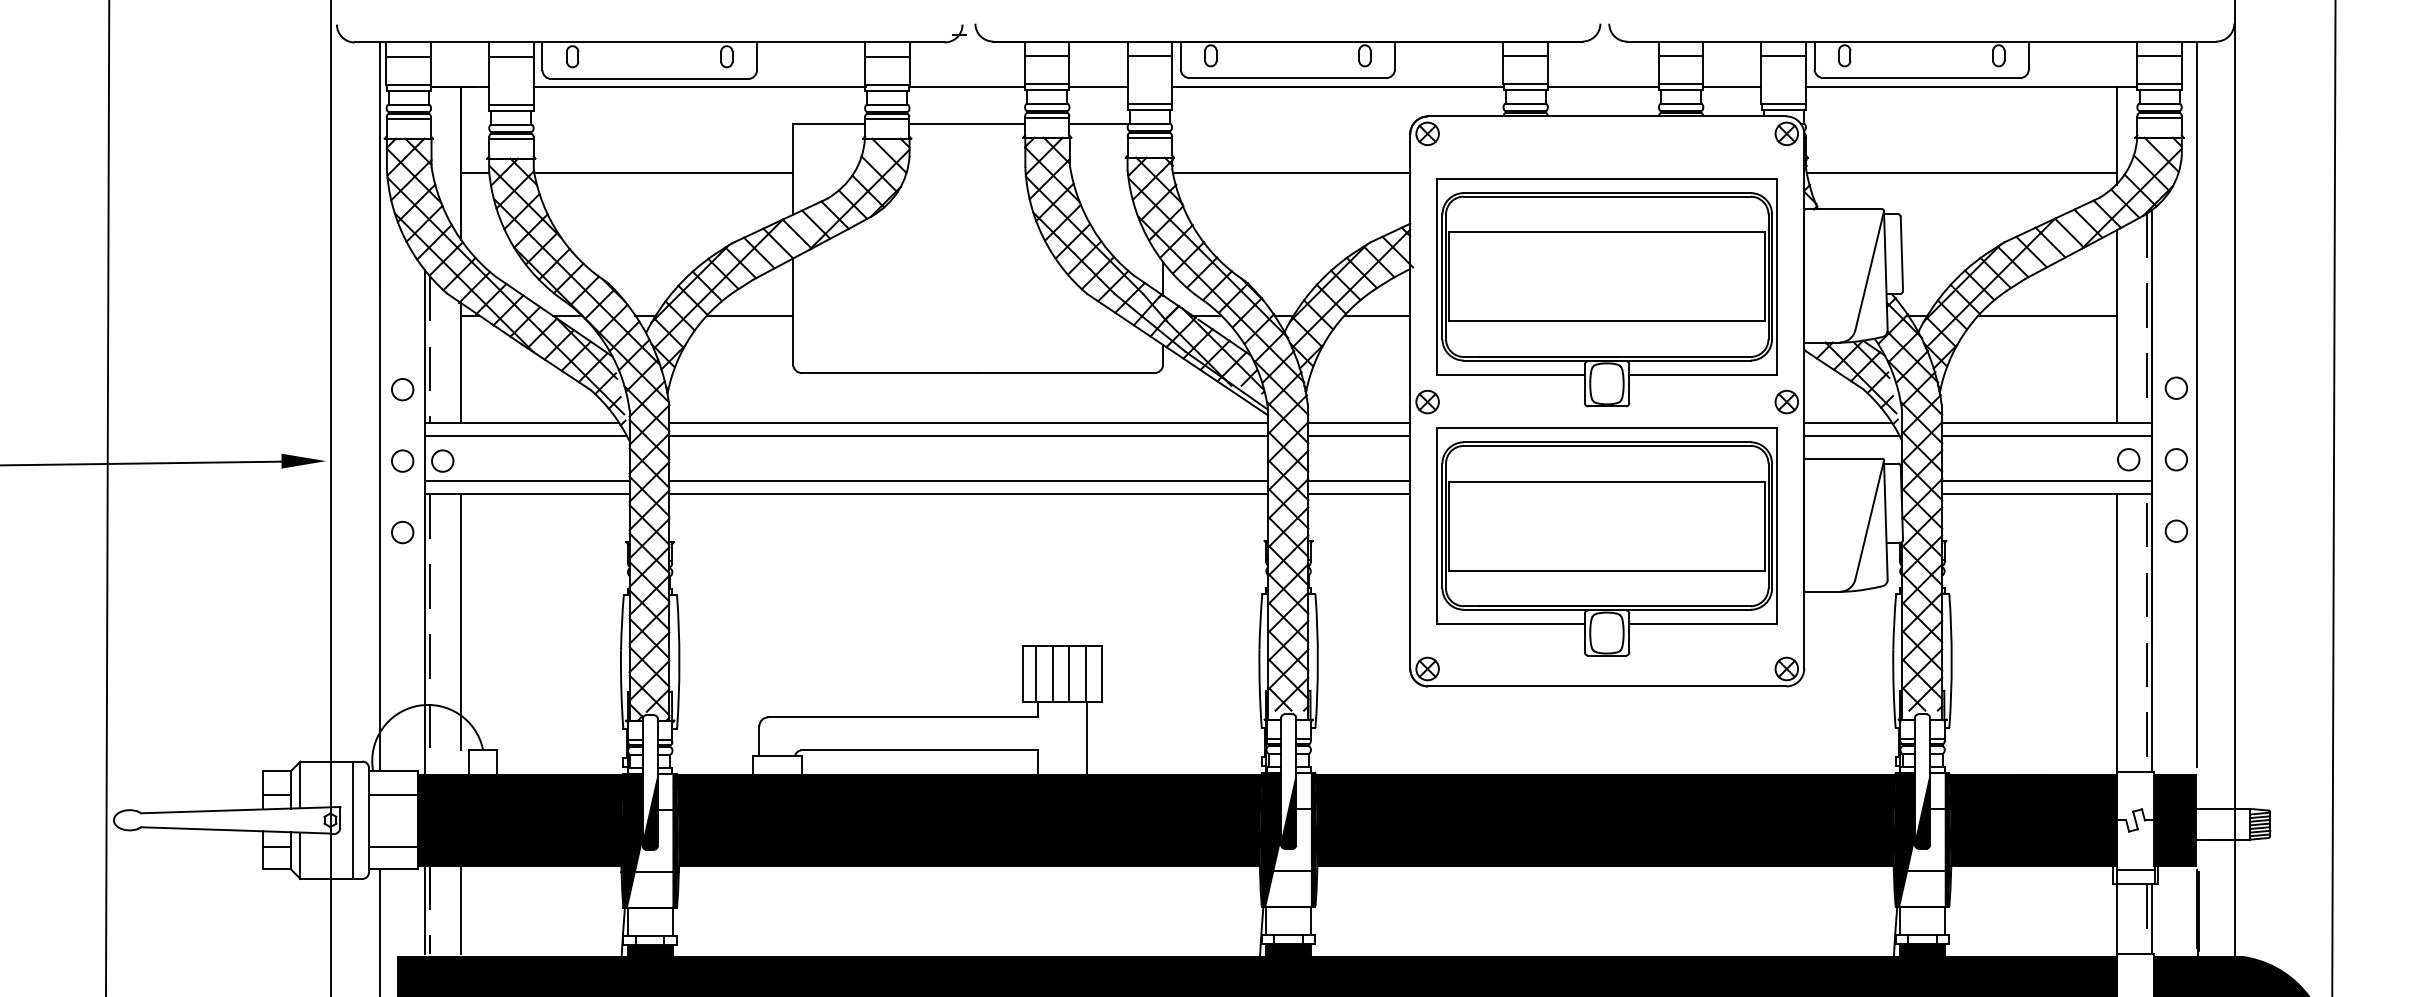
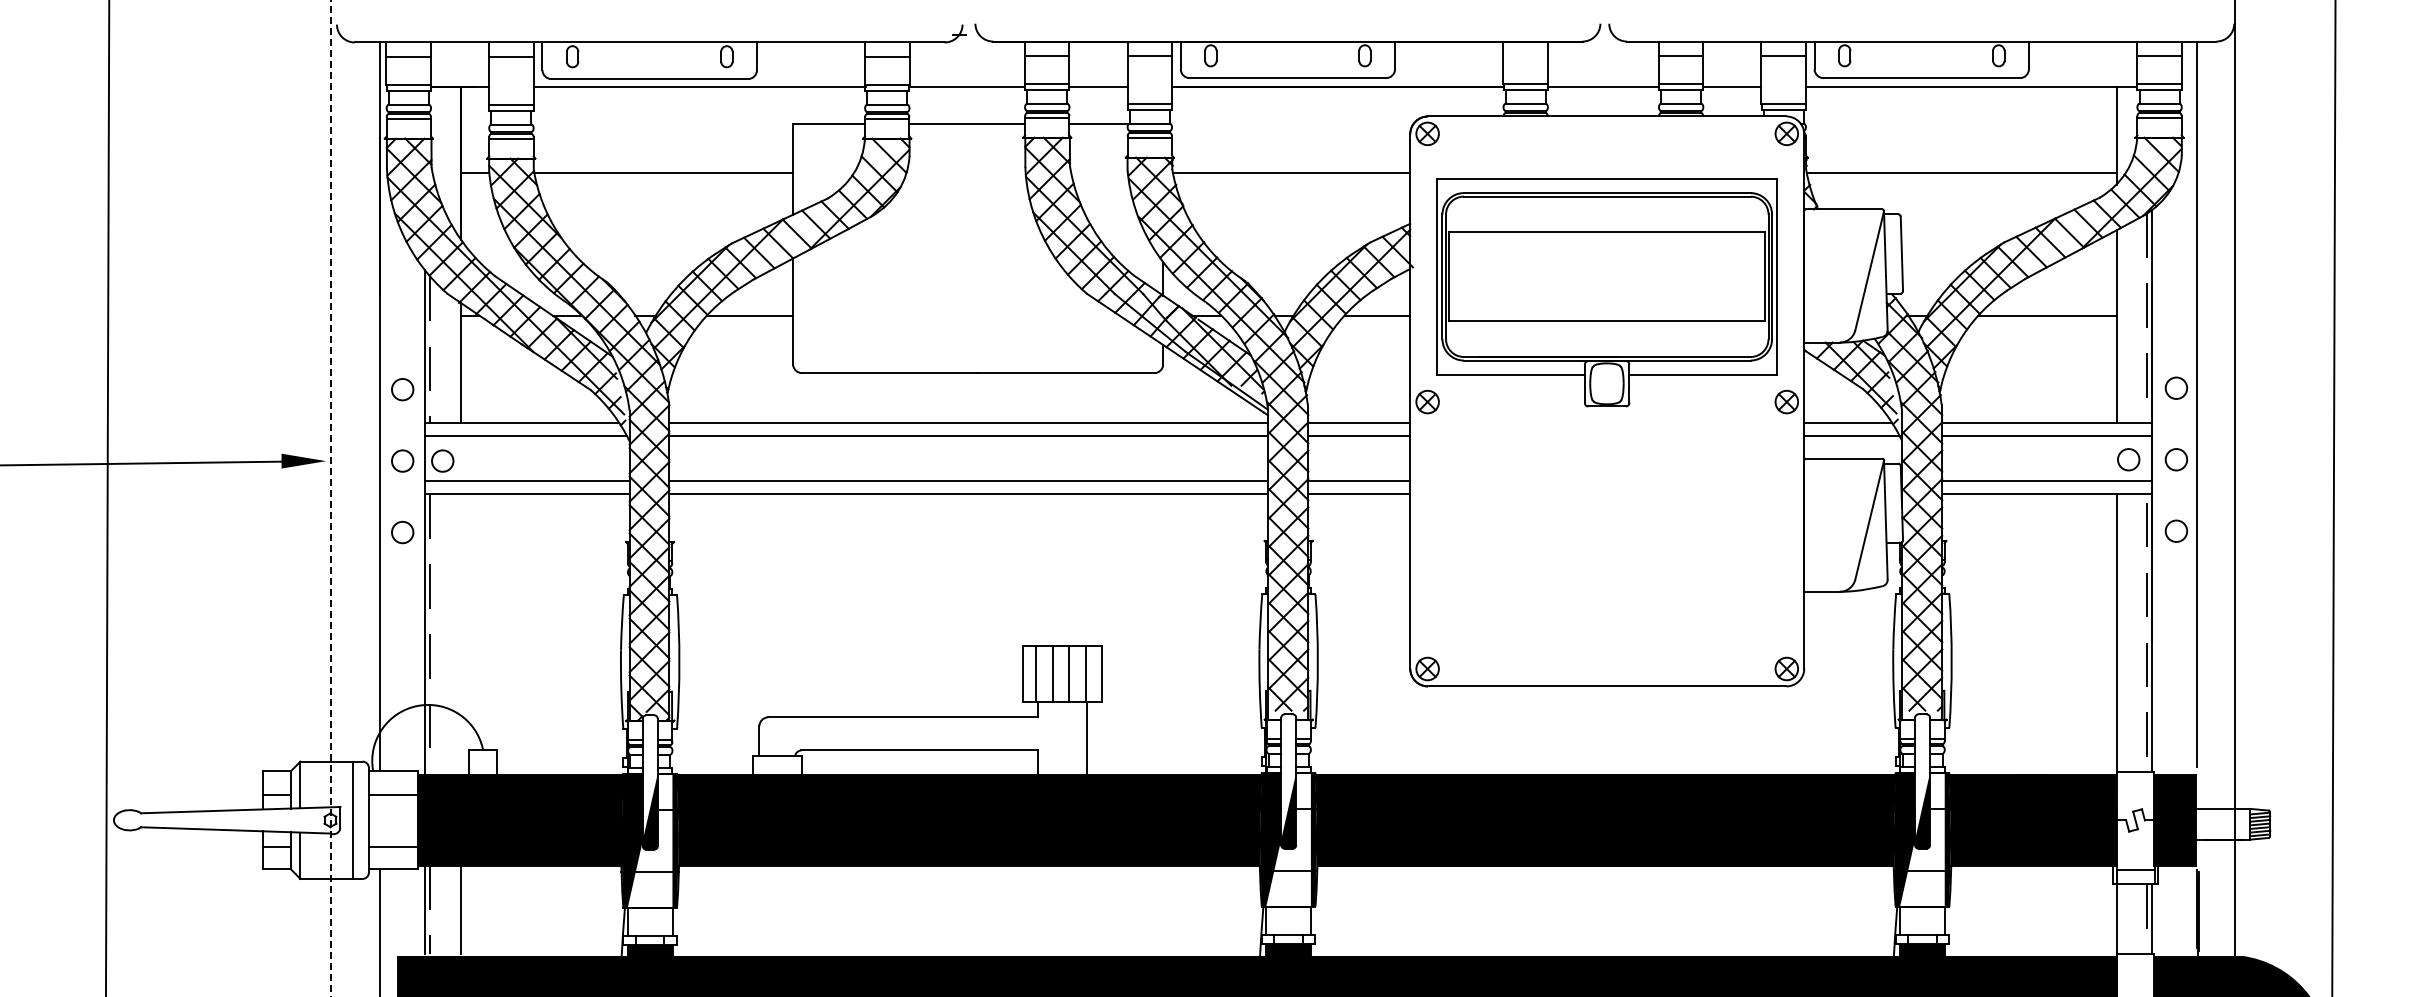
line at (1525, 56): present -> none
line at (330, 498): solid -> dashed
part at (1606, 541): present -> none
line at (460, 621): present -> none
